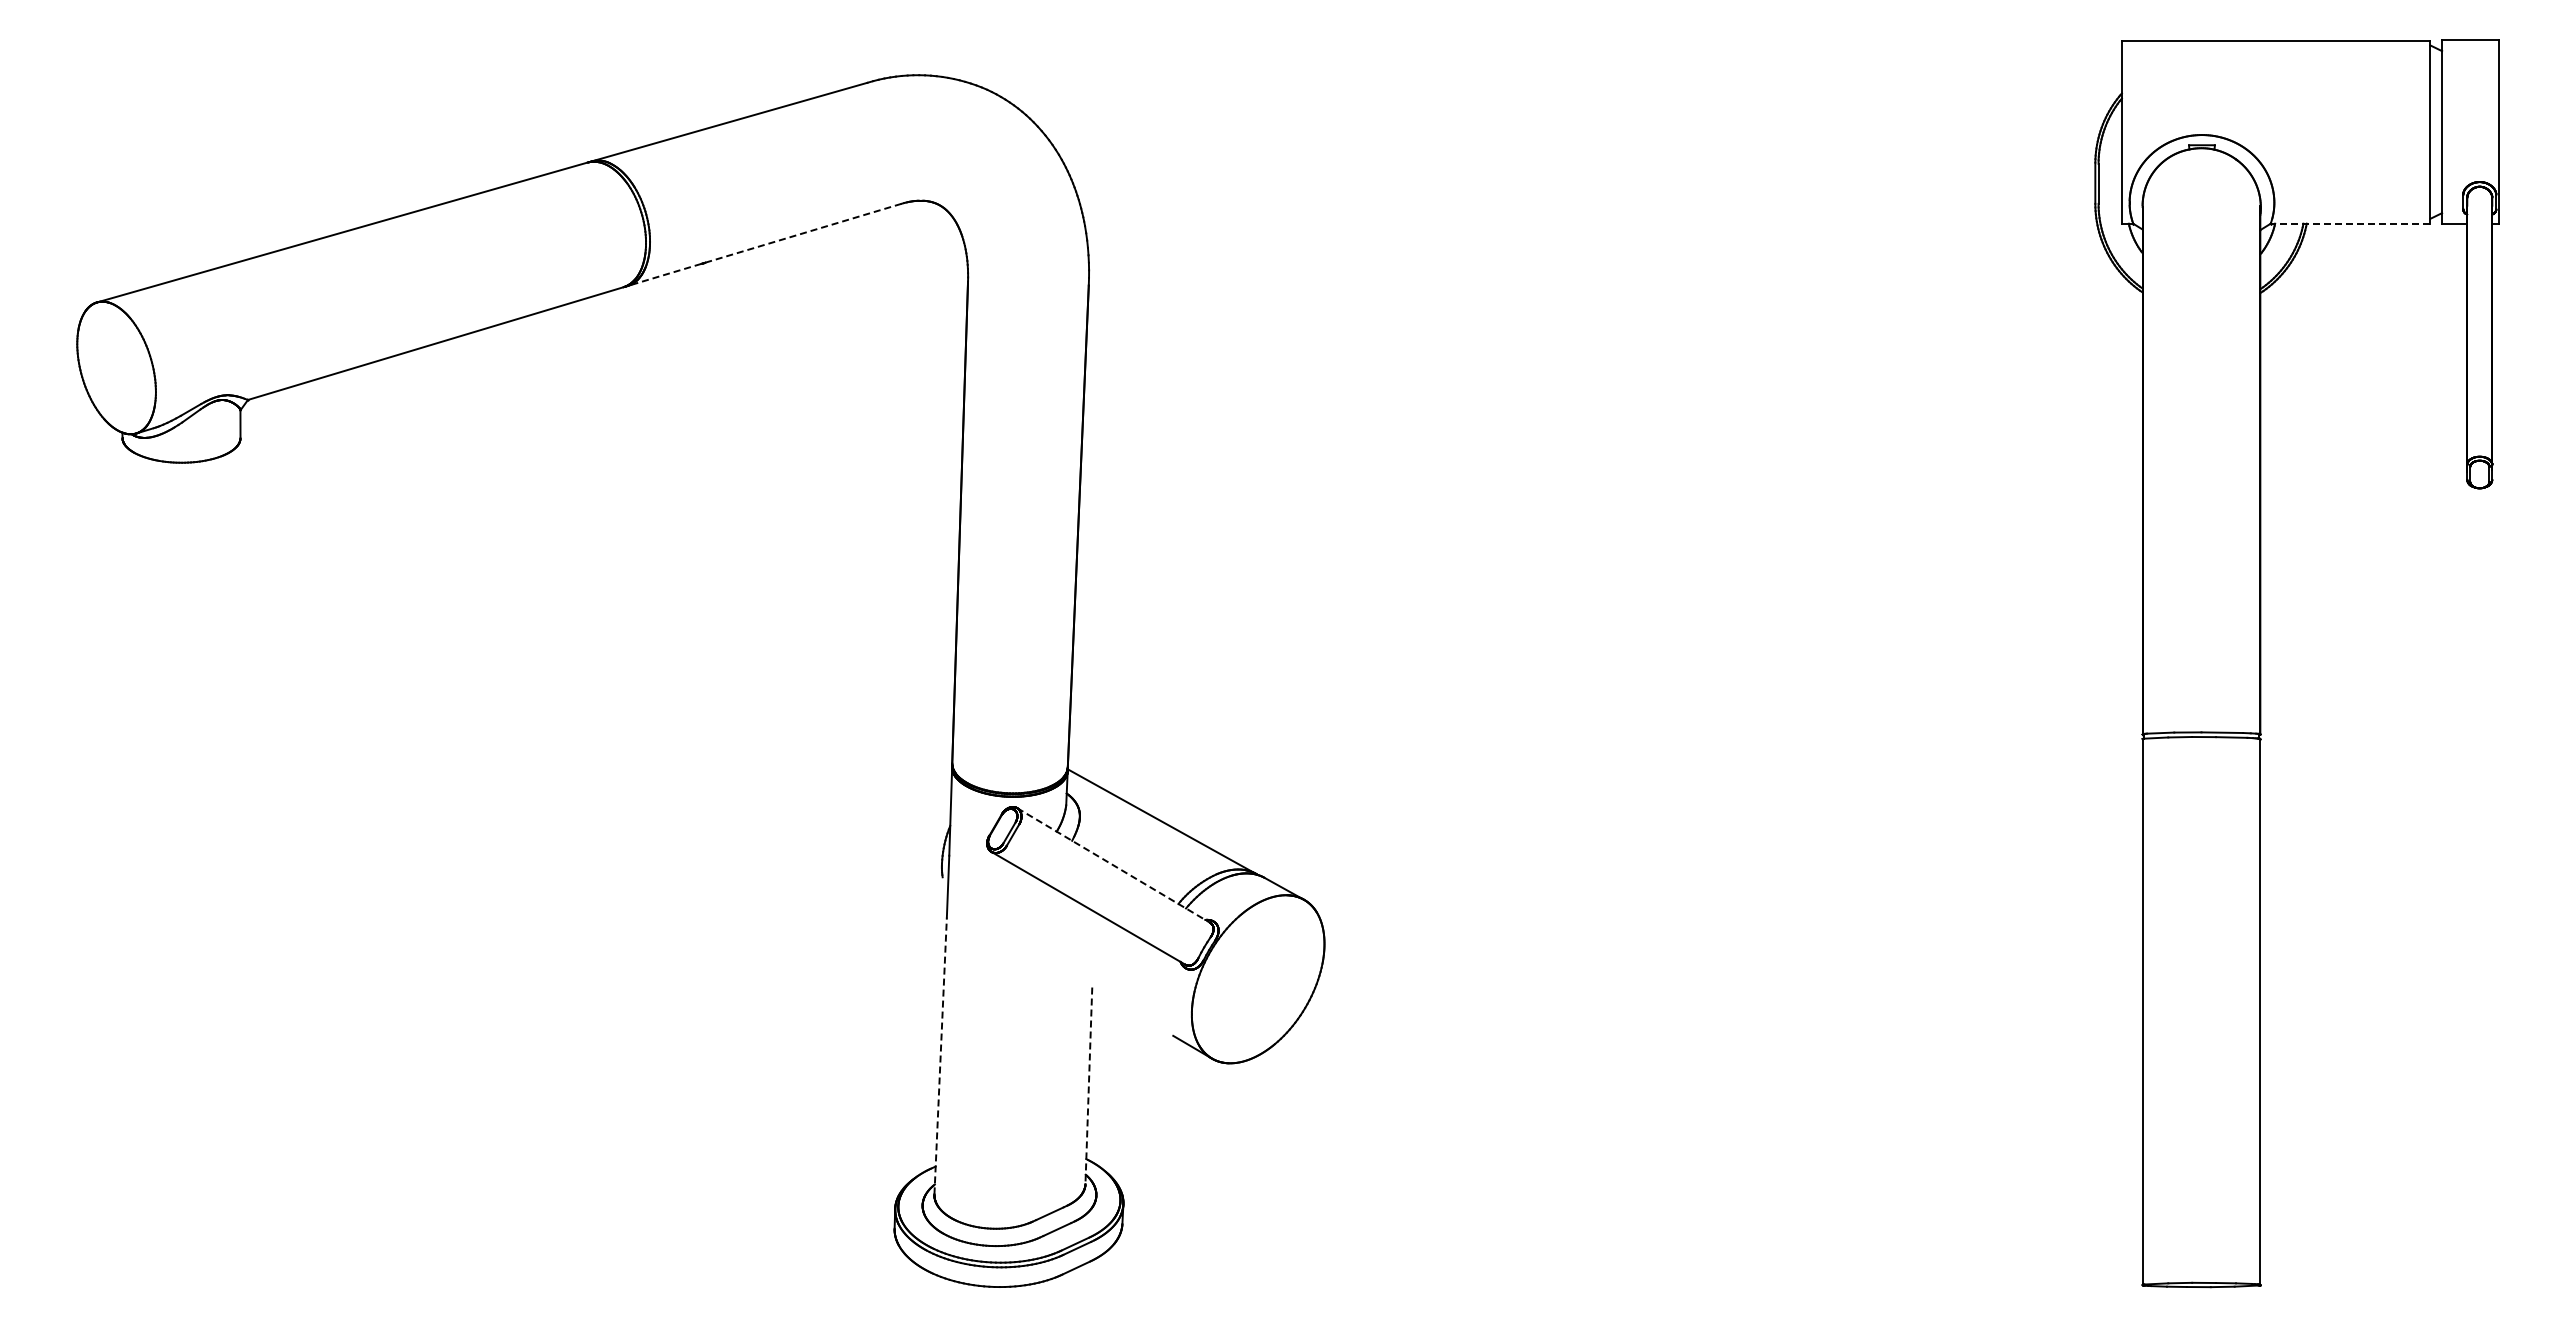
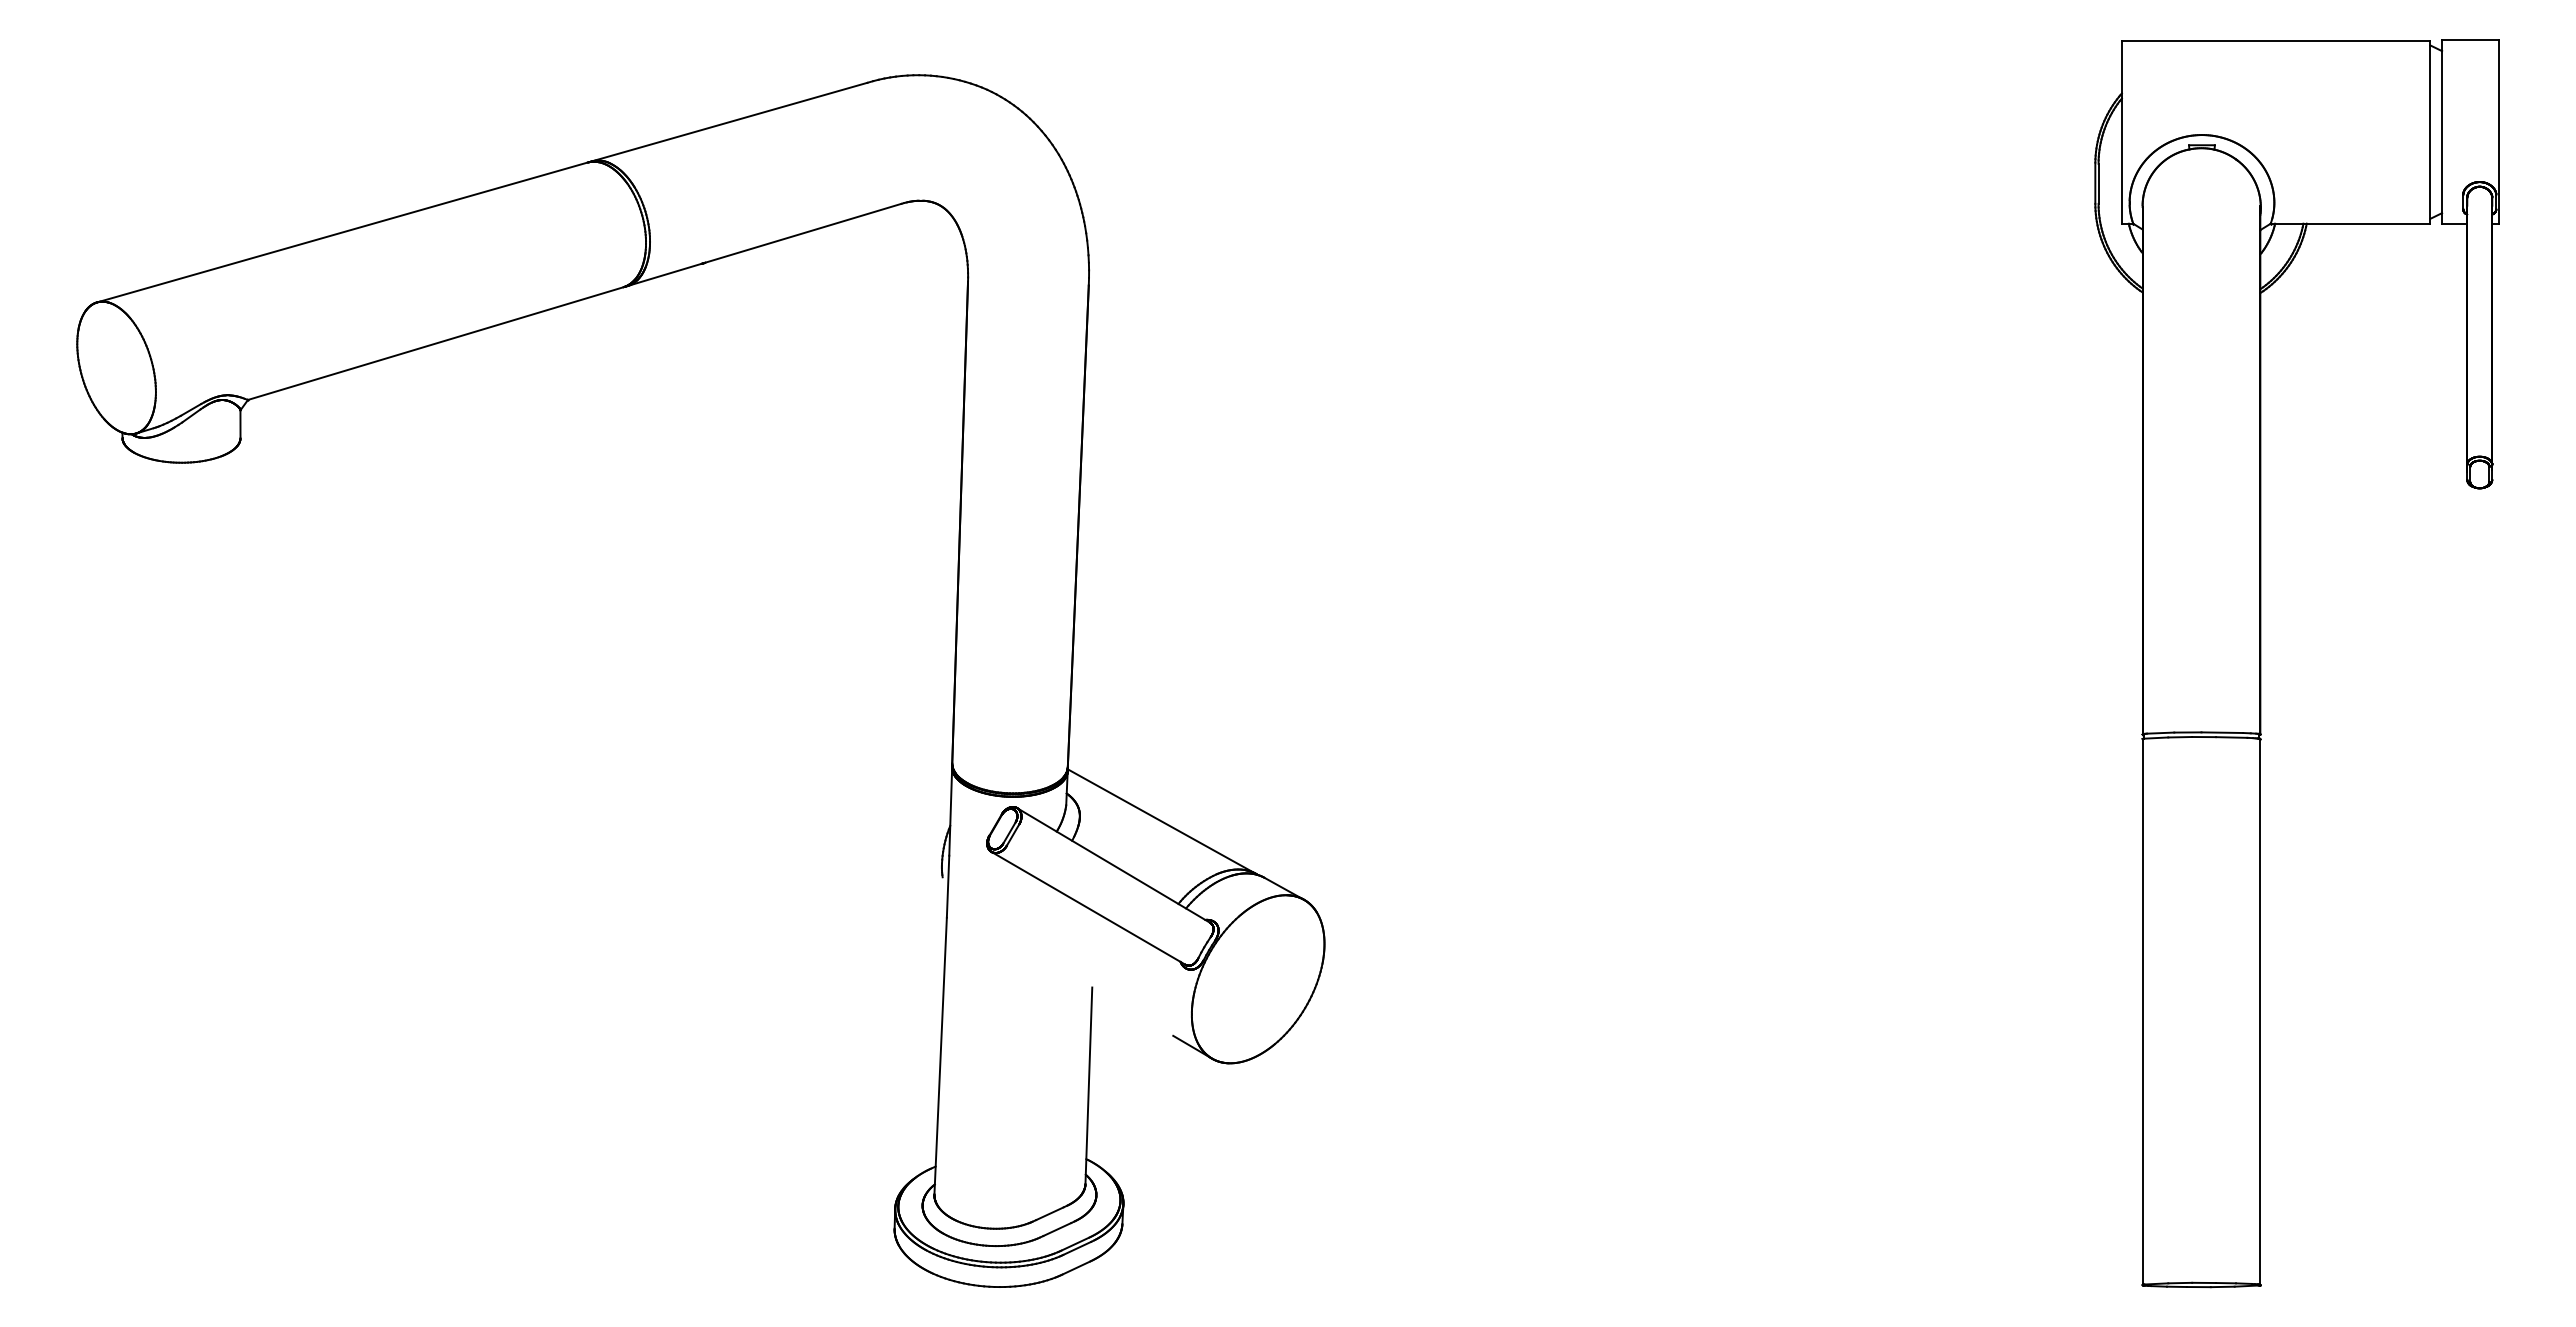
line at (2350, 223): dashed -> solid
line at (764, 245): dashed -> solid
line at (1114, 865): dashed -> solid
line at (940, 1055): dashed -> solid
line at (1088, 1086): dashed -> solid
